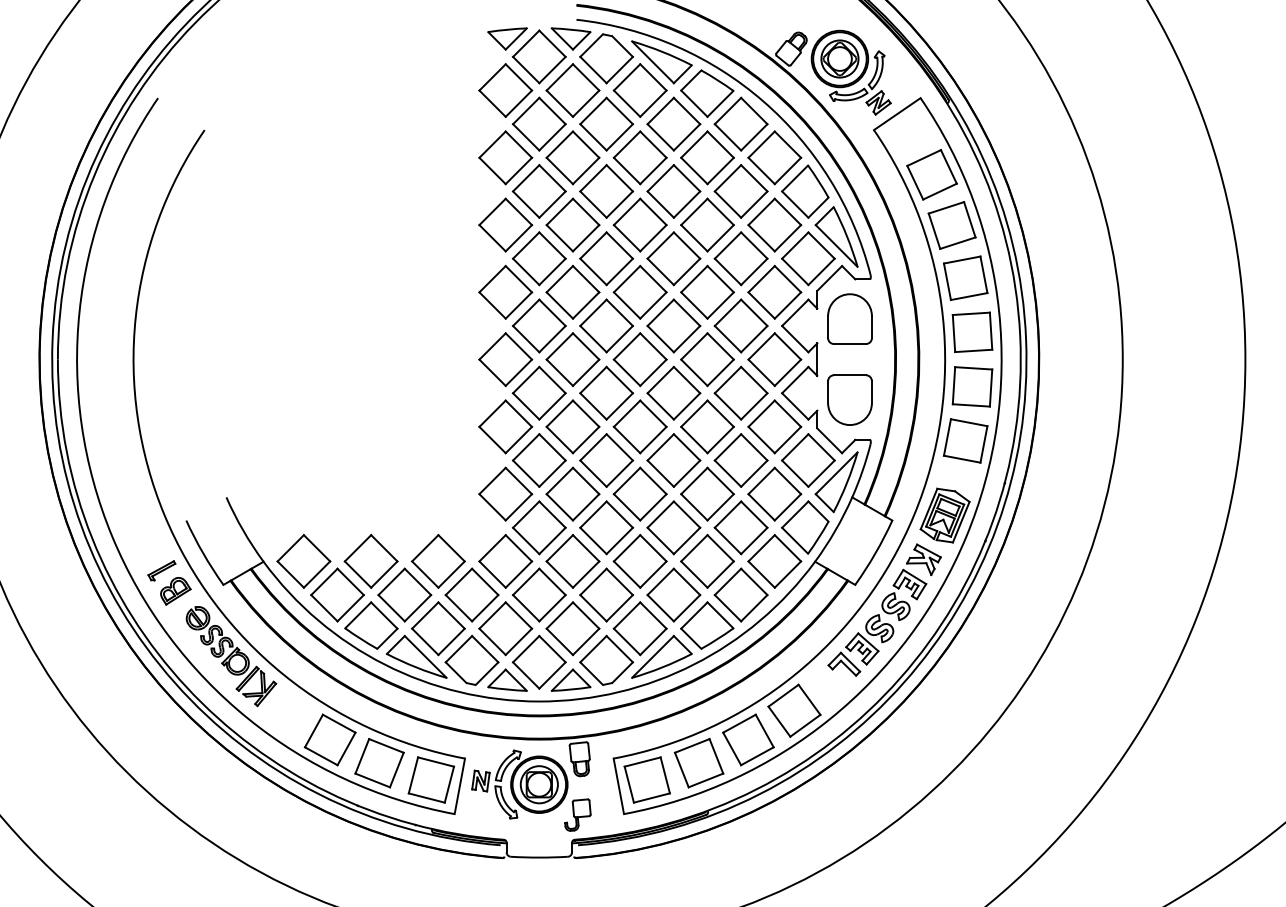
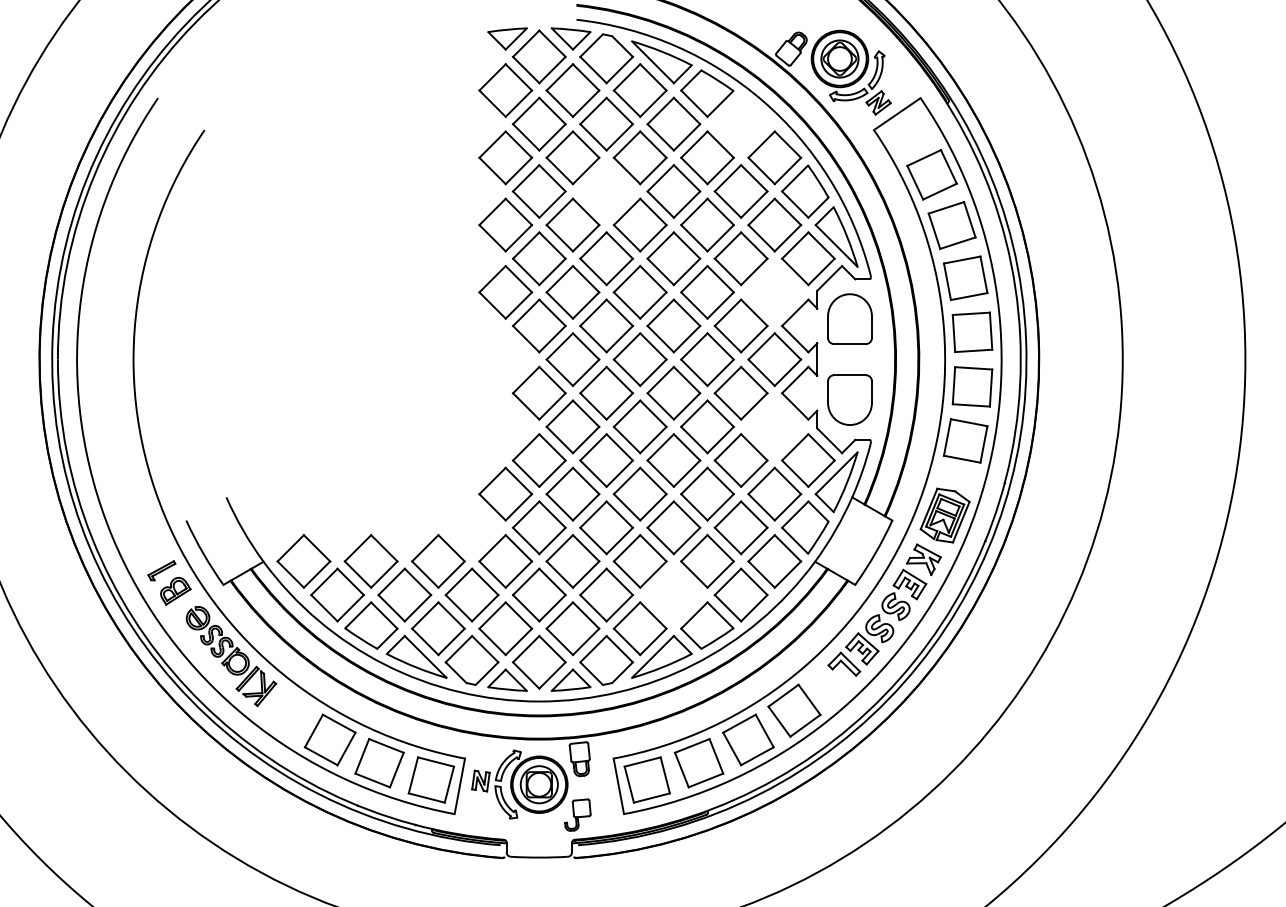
part at (740, 123): present -> none
part at (606, 191): present -> none
part at (774, 291): present -> none
part at (505, 359): present -> none
part at (505, 426): present -> none
part at (774, 426): present -> none
part at (673, 594): present -> none
